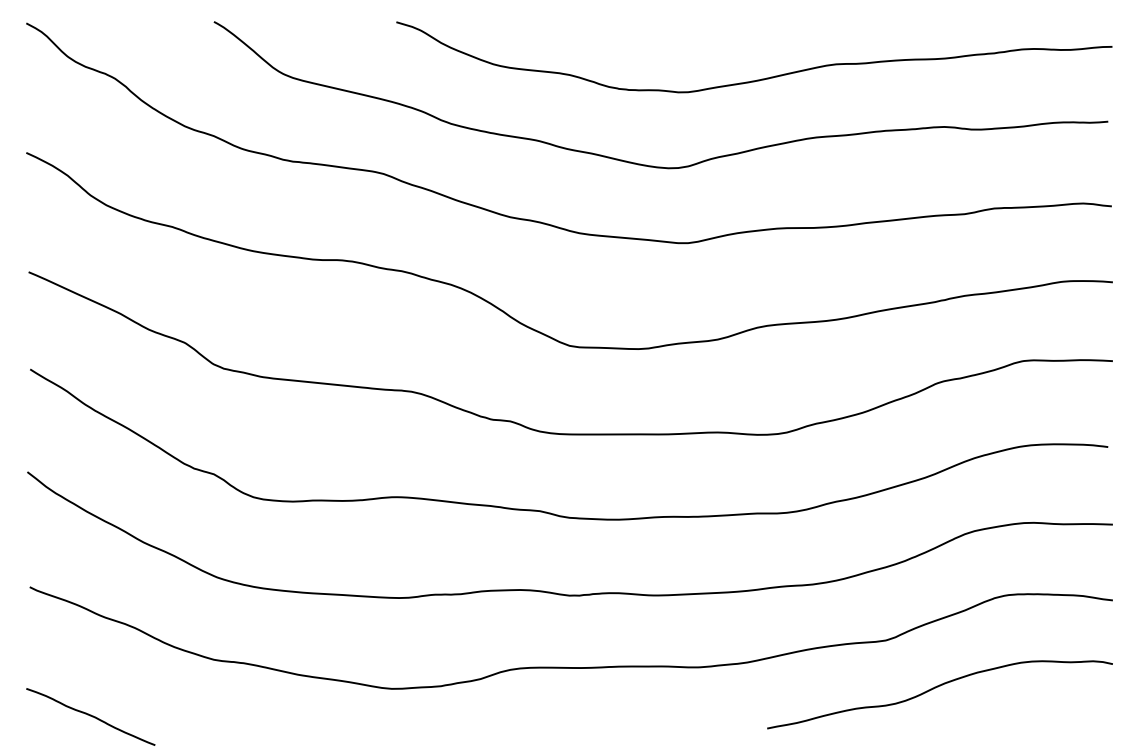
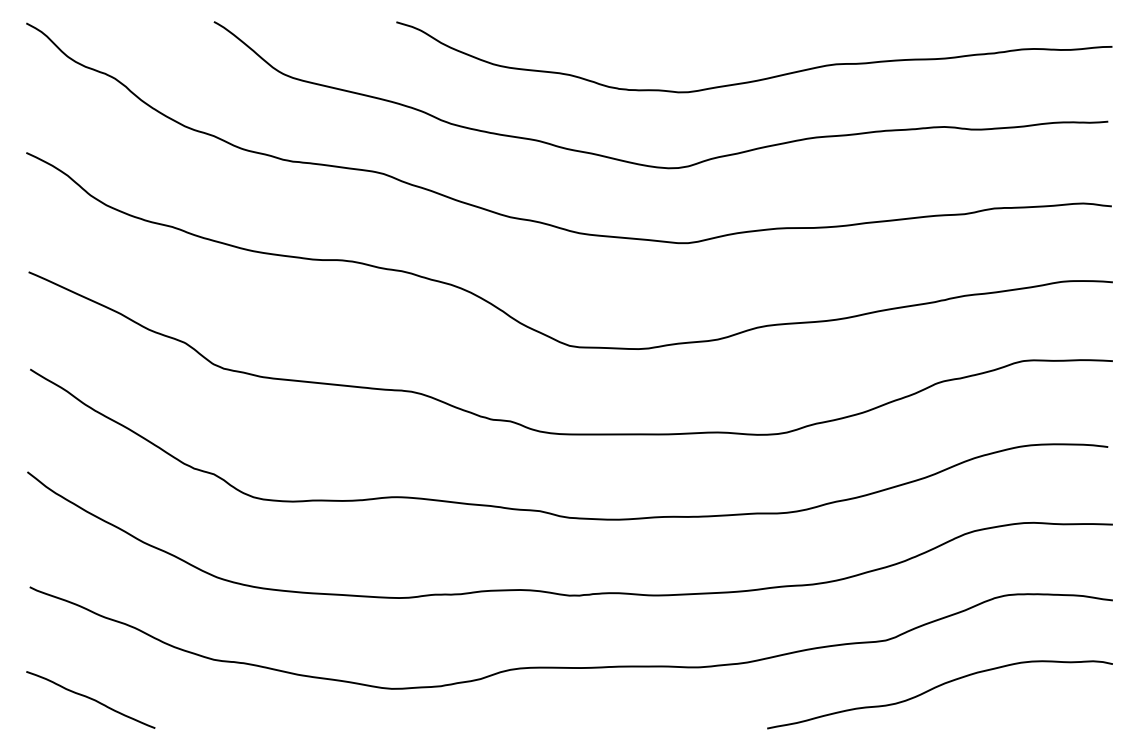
curve at (90, 716) position: (90, 716) -> (90, 699)
